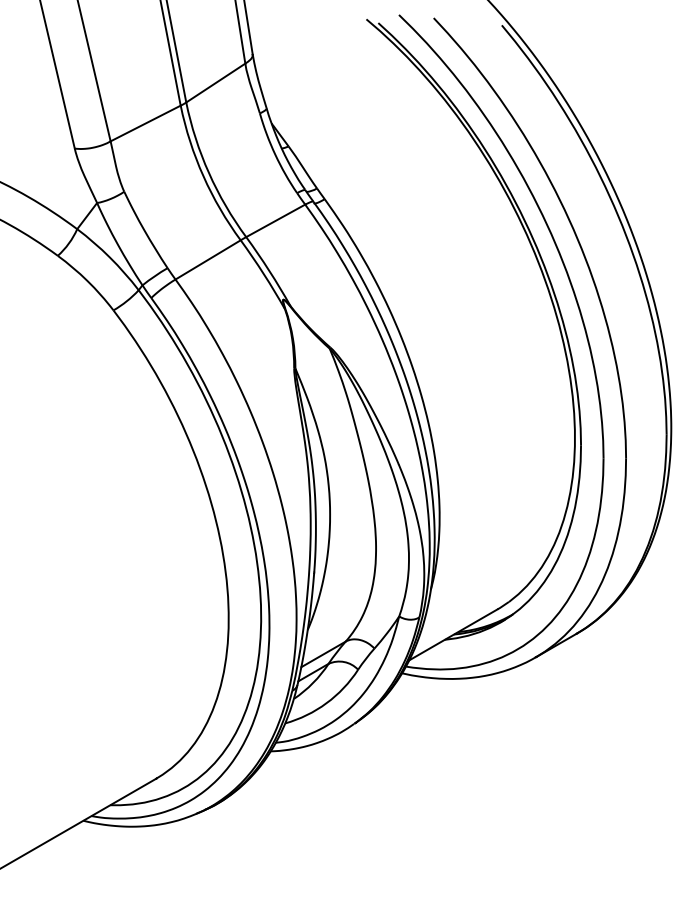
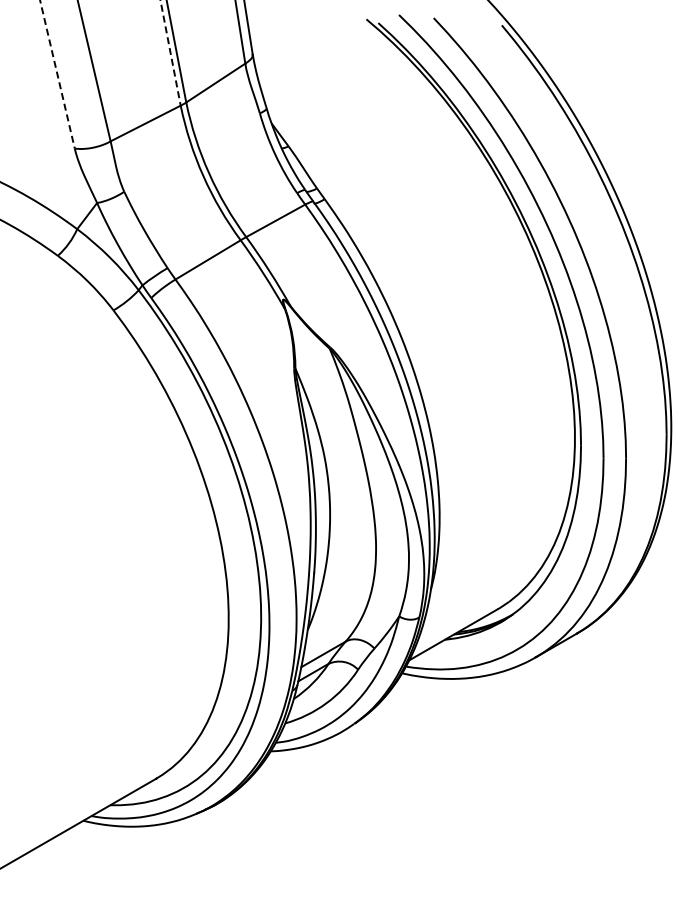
line at (170, 53): solid -> dashed
line at (57, 74): solid -> dashed
